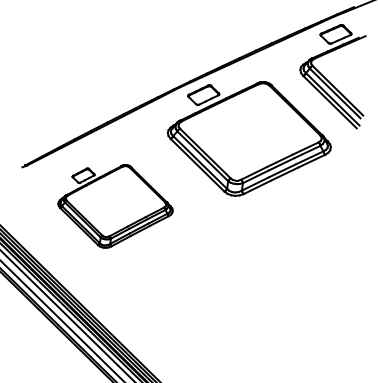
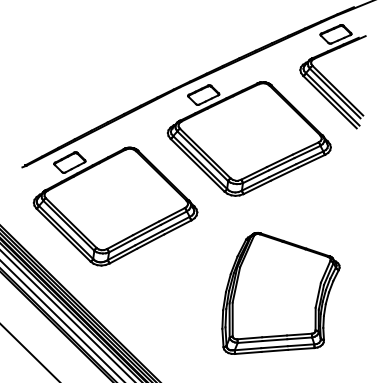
part at (115, 206) size: 117x85 px -> 167x121 px
part at (280, 293): none -> present
line at (29, 352): none -> present
